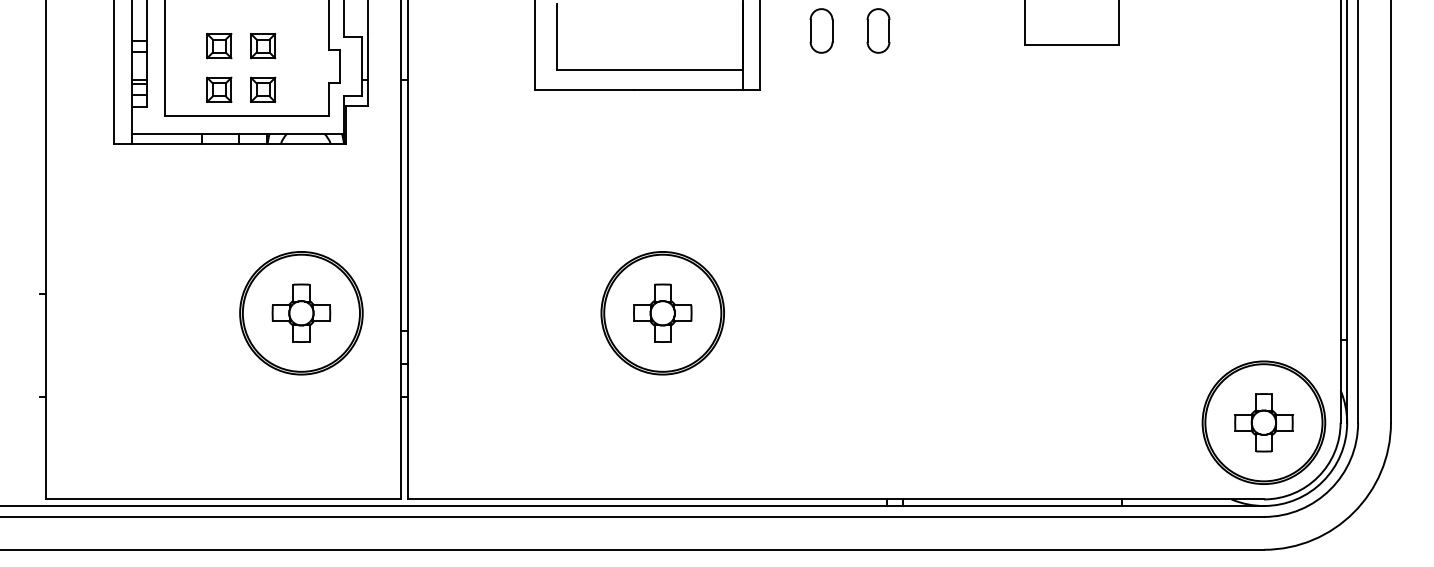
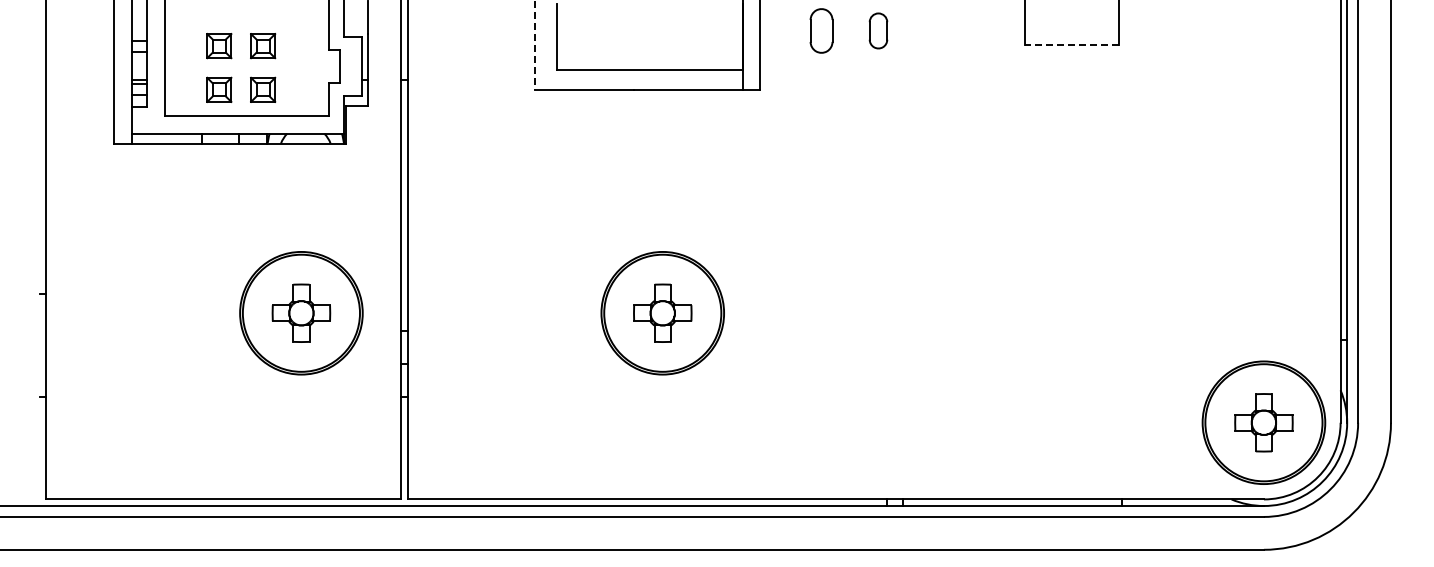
part at (878, 30) size: 25x46 px -> 21x38 px
line at (534, 44): solid -> dashed
line at (1071, 45): solid -> dashed
